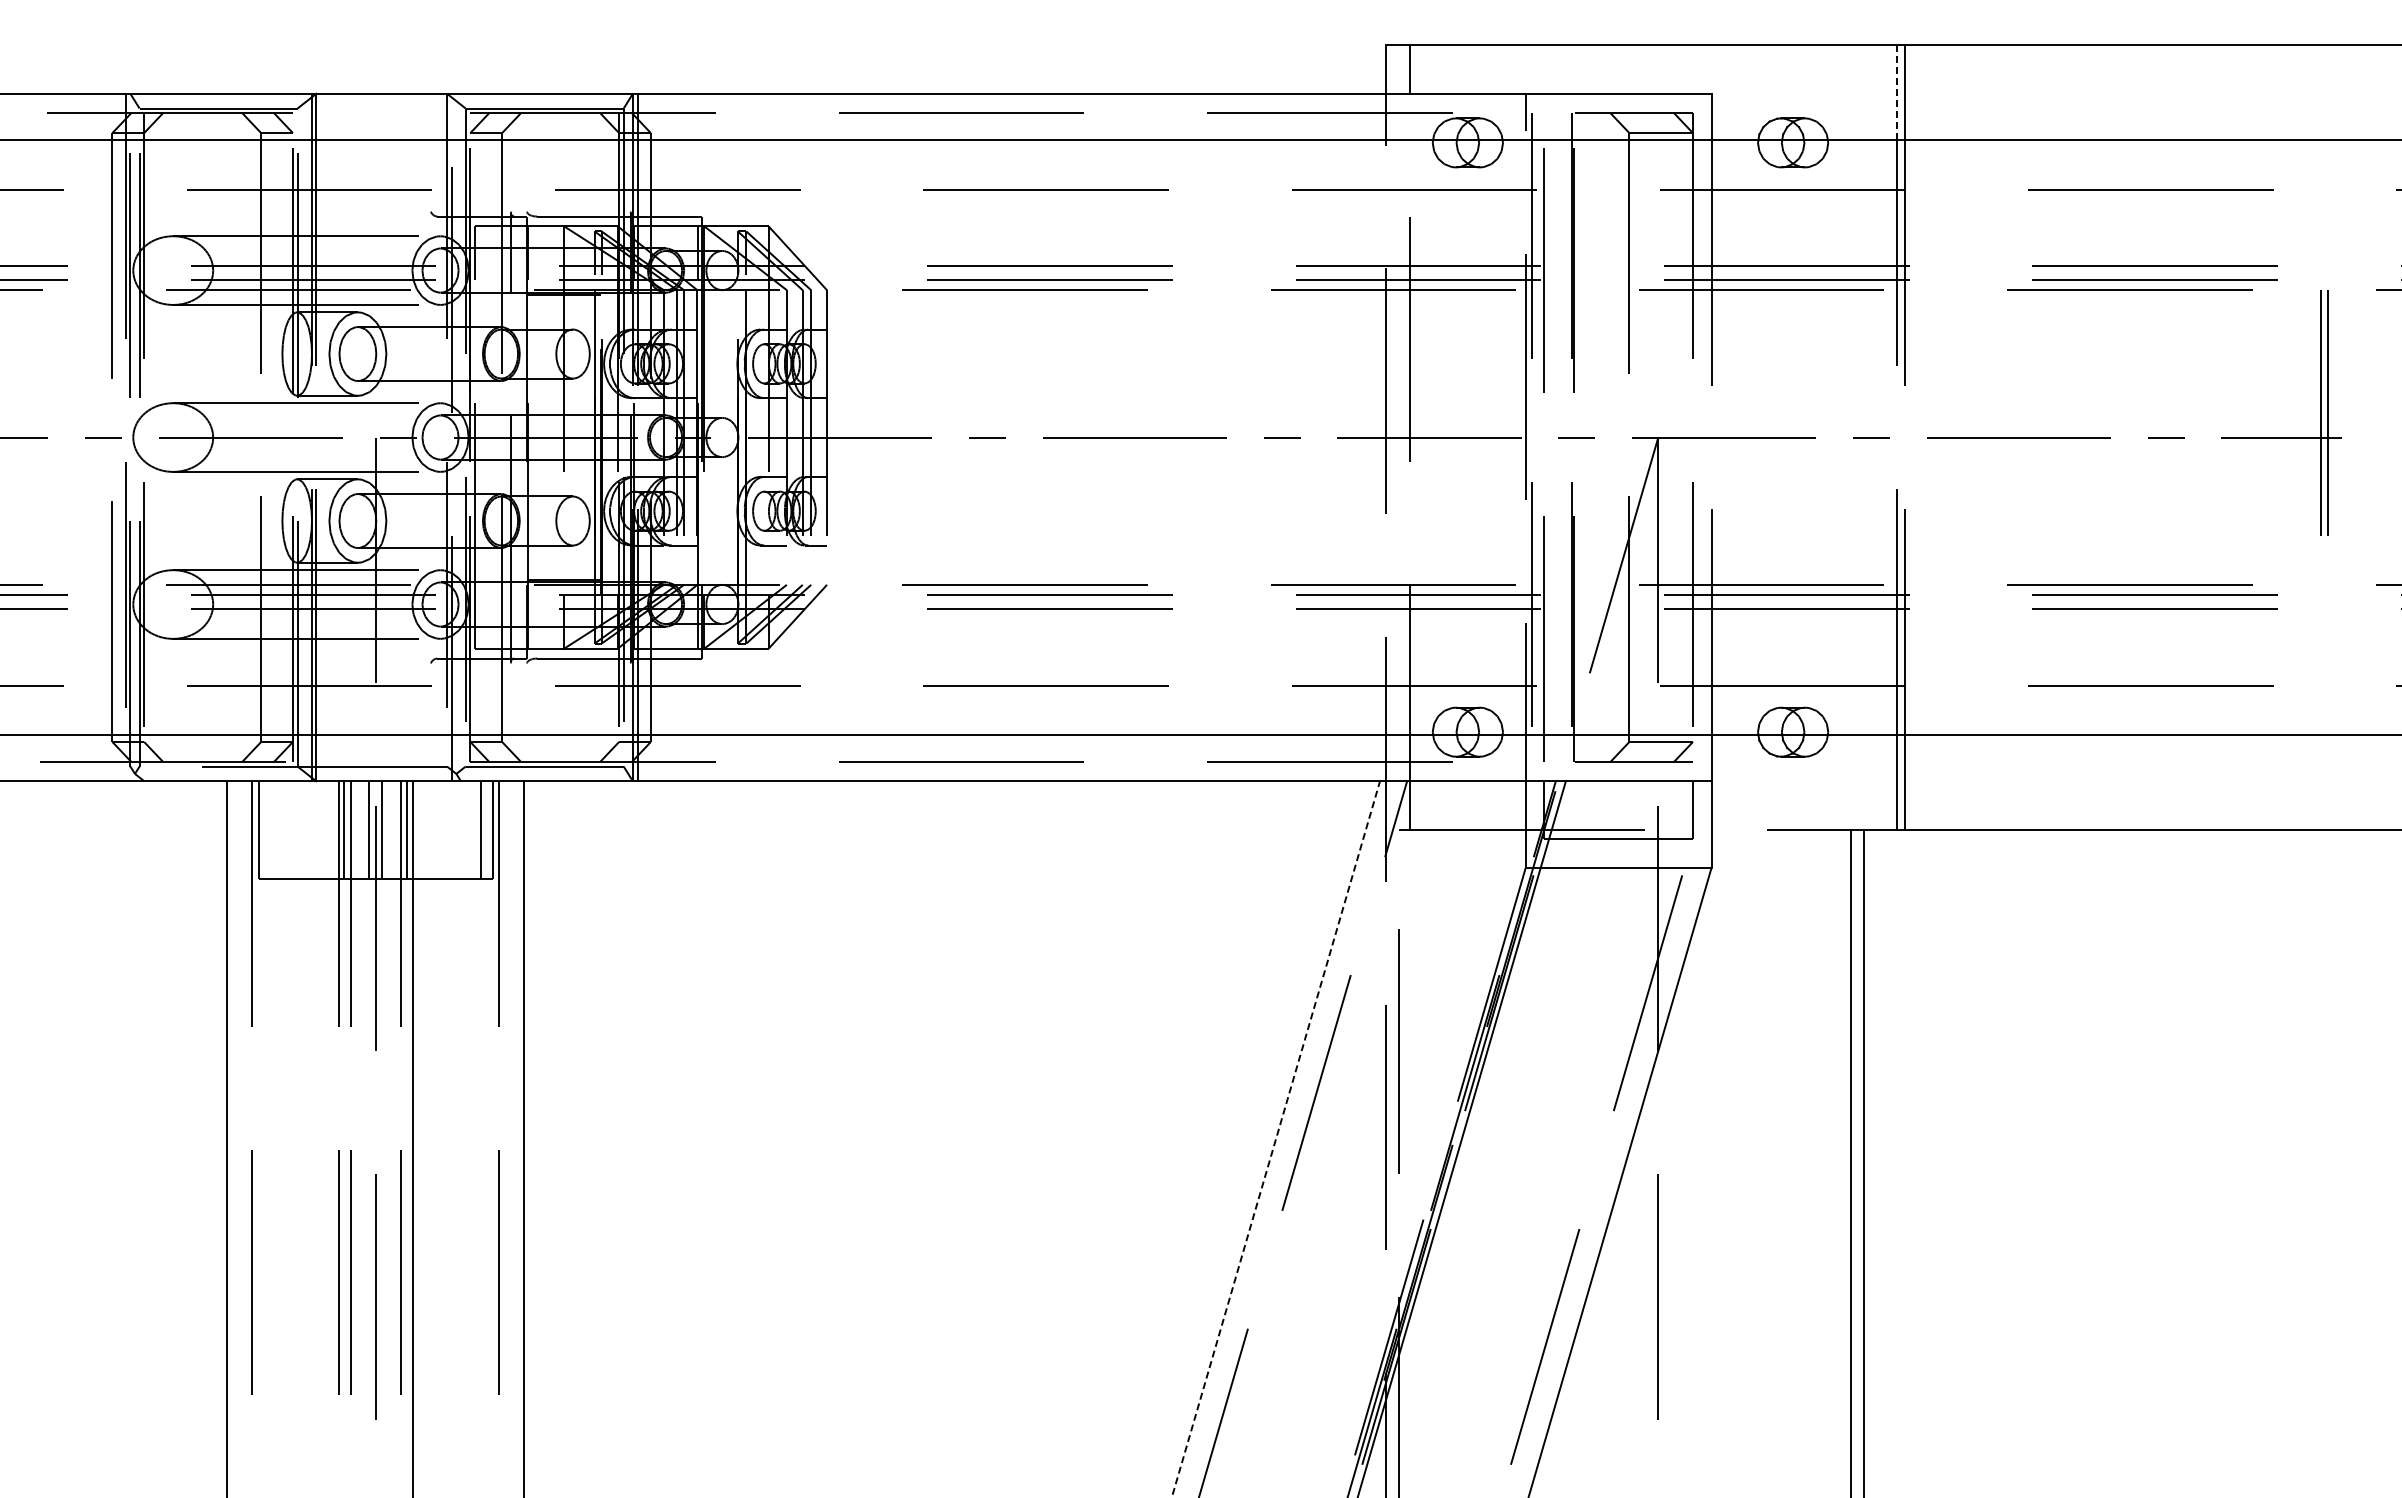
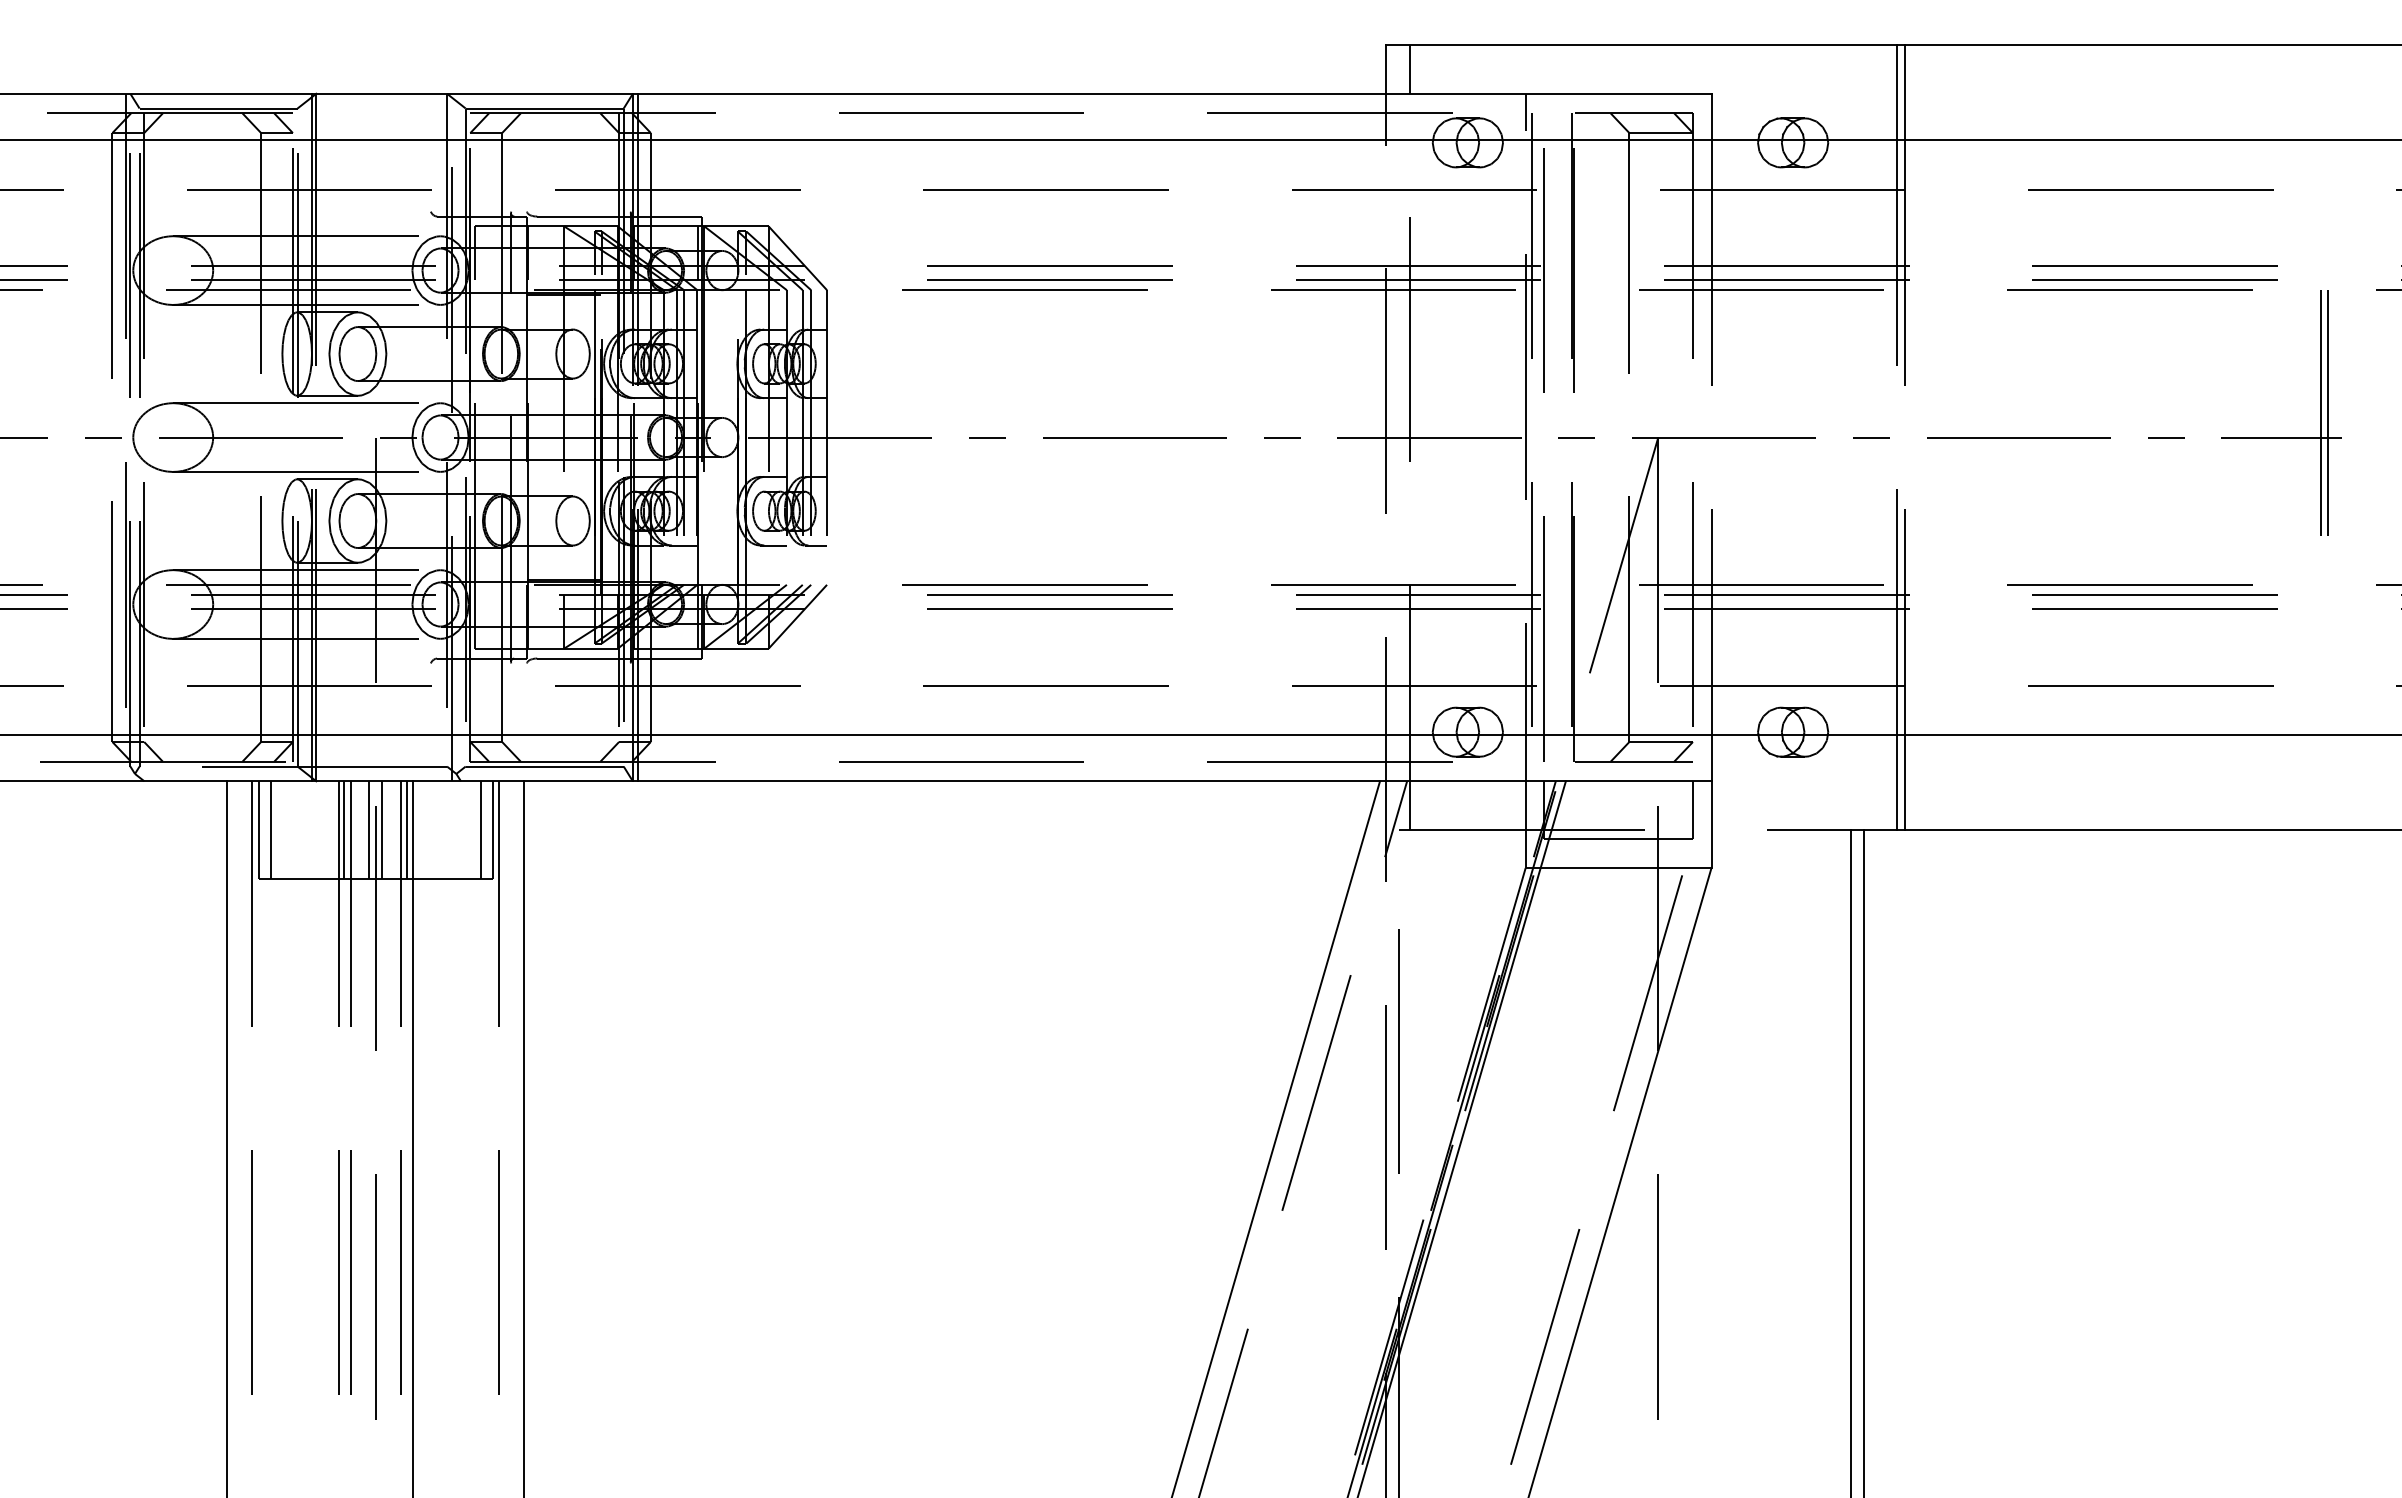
line at (1897, 92): dashed -> solid
line at (270, 830): none -> present
line at (1275, 1139): dashed -> solid
